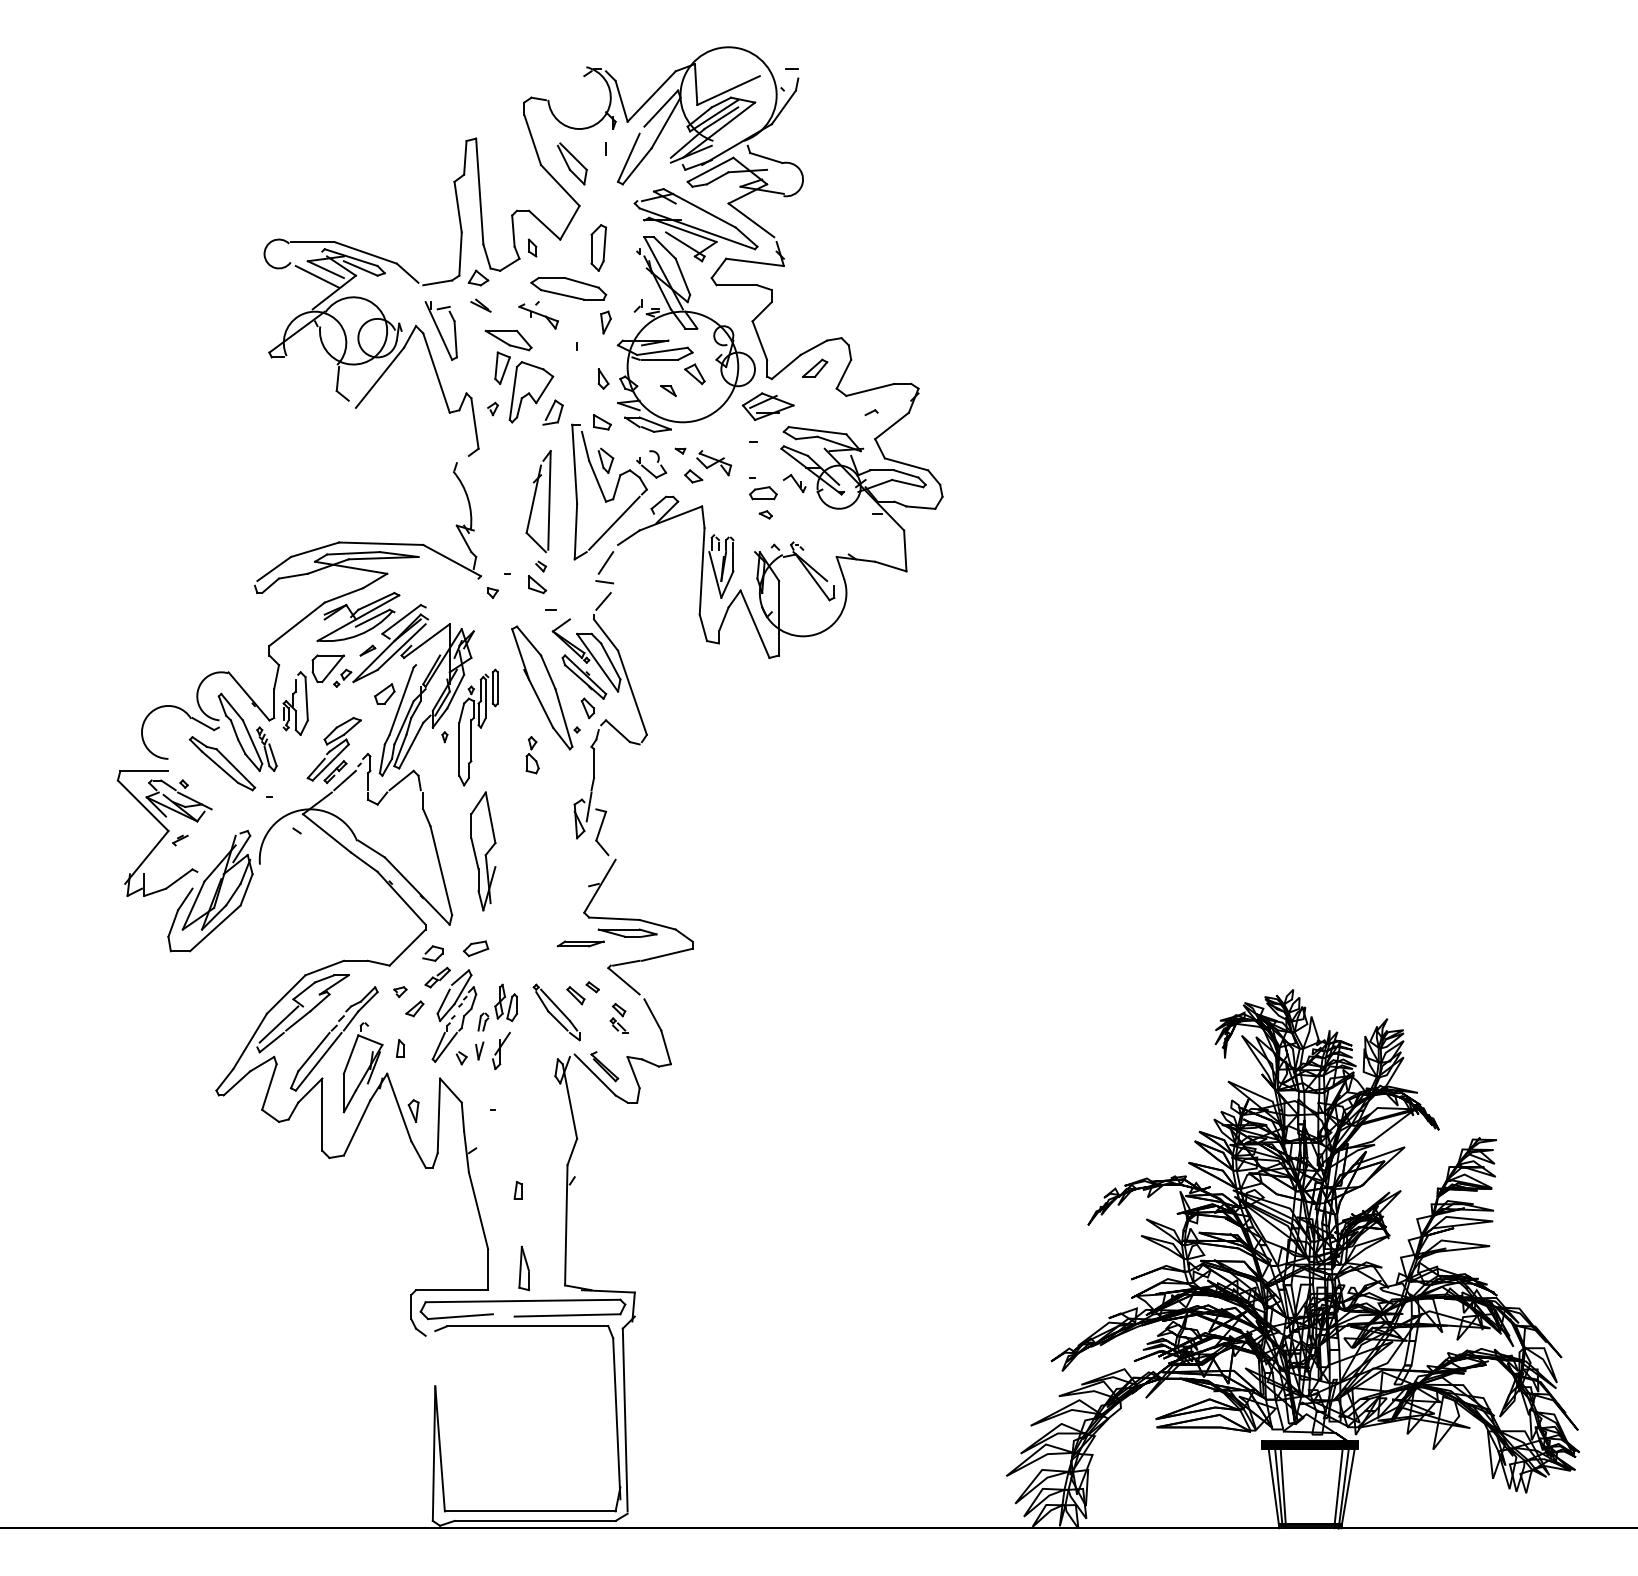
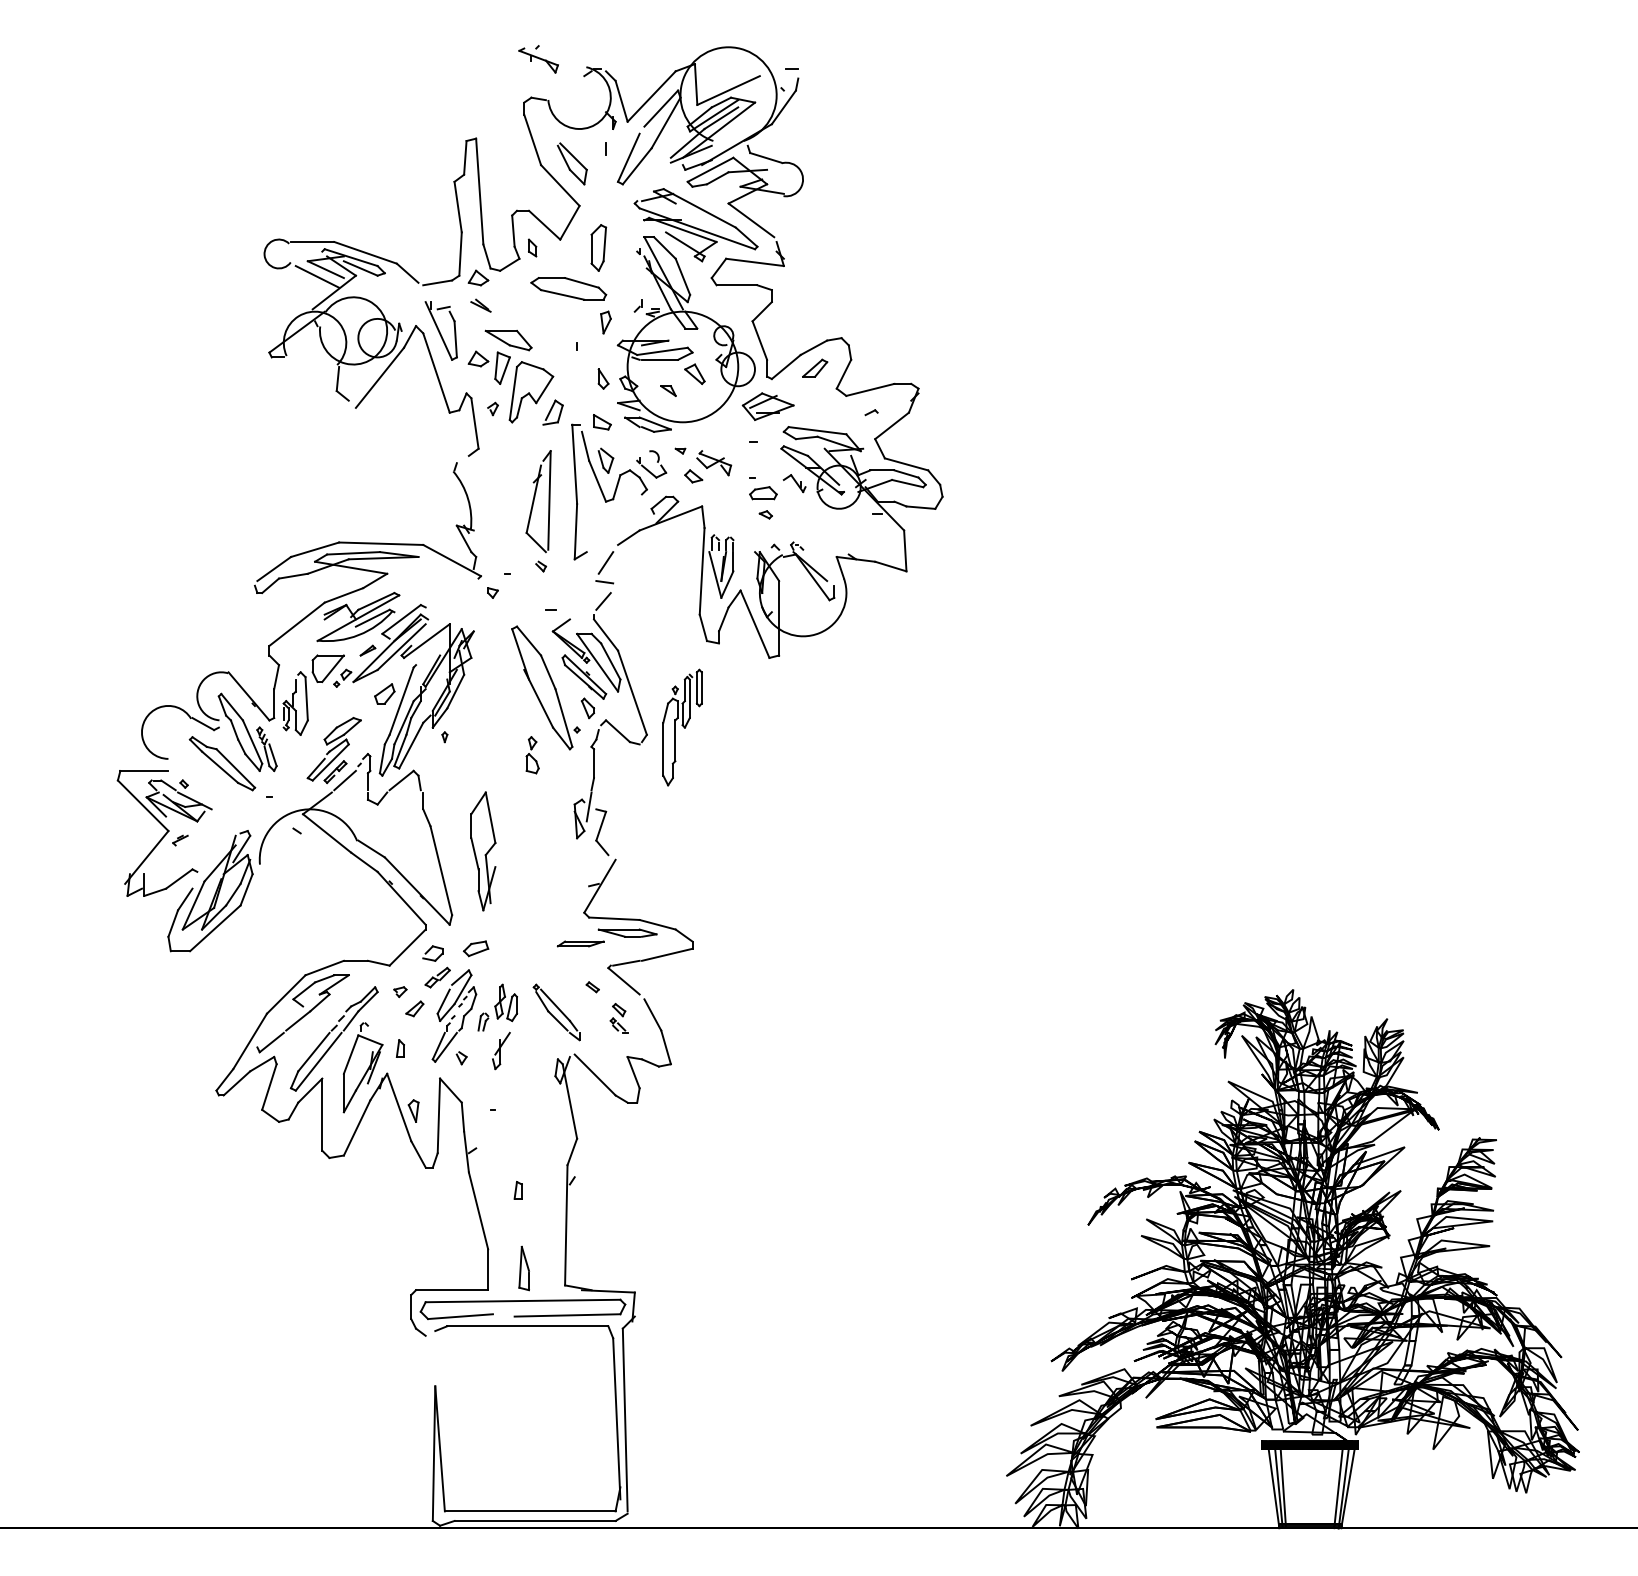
part at (538, 315) position: (538, 315) -> (538, 59)
part at (478, 358): none -> present
line at (614, 522): present -> none
part at (537, 584): present -> none
part at (478, 727) position: (478, 727) -> (682, 727)
part at (575, 995): present -> none
line at (278, 1024): present -> none
part at (479, 1050): present -> none
part at (604, 1066): present -> none
